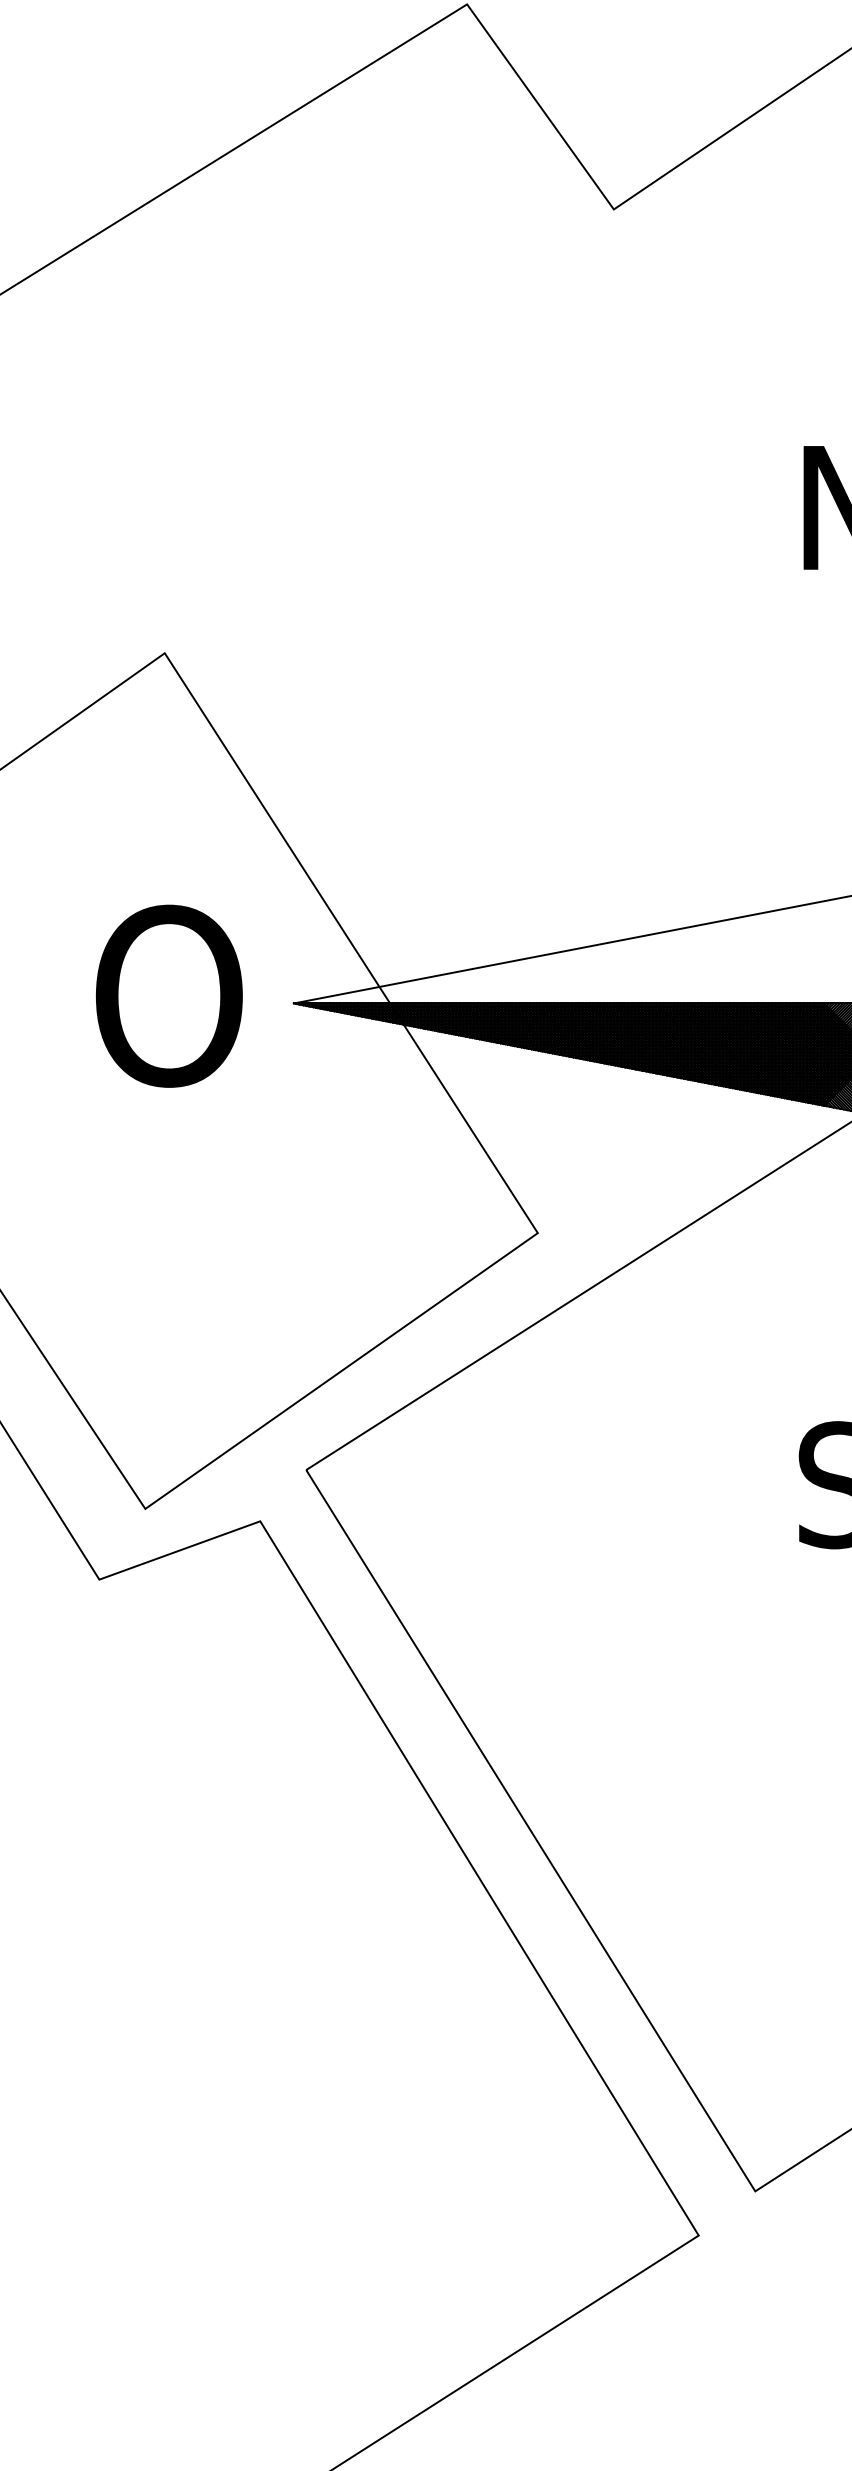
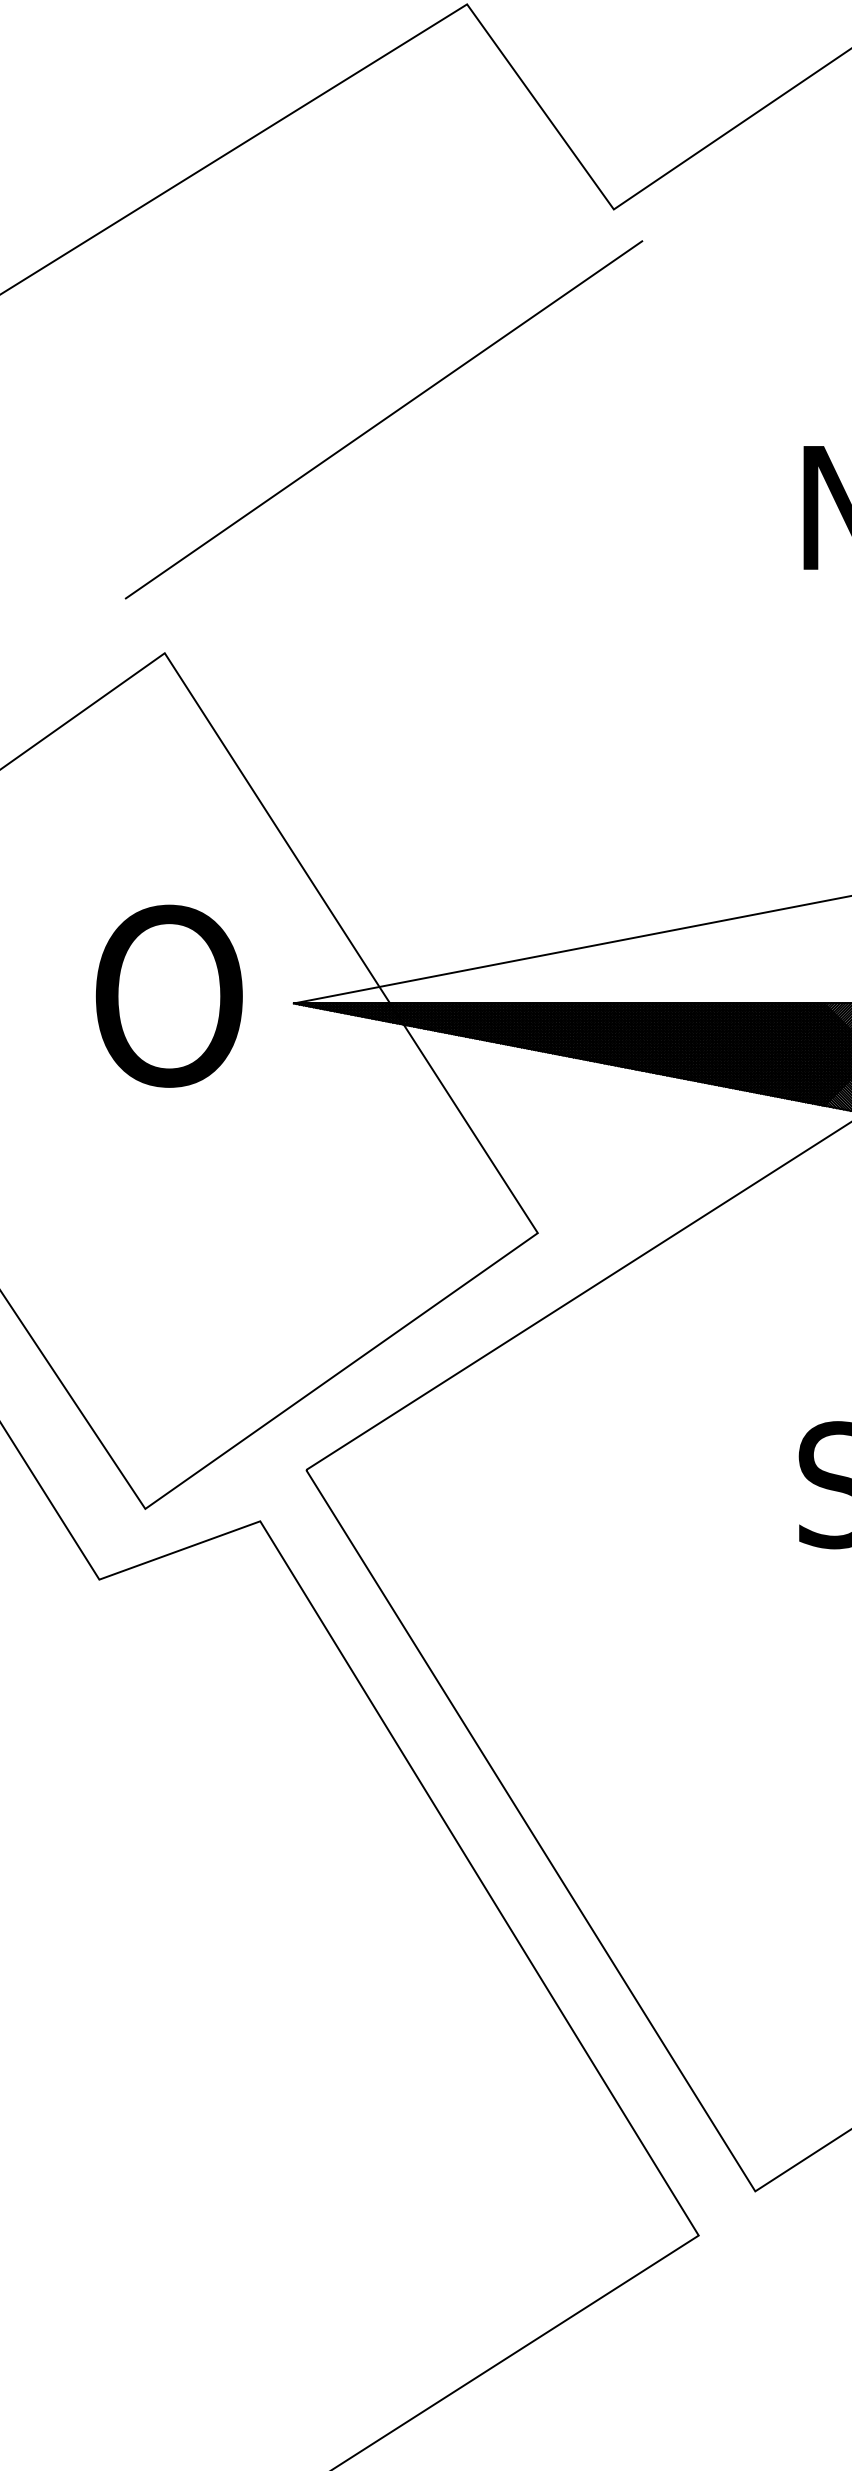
line at (383, 419): none -> present
